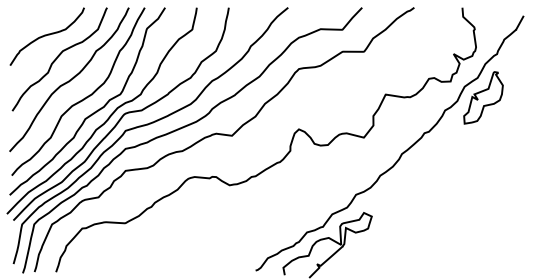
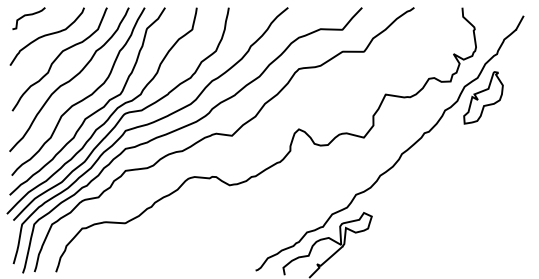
curve at (26, 16): none -> present
